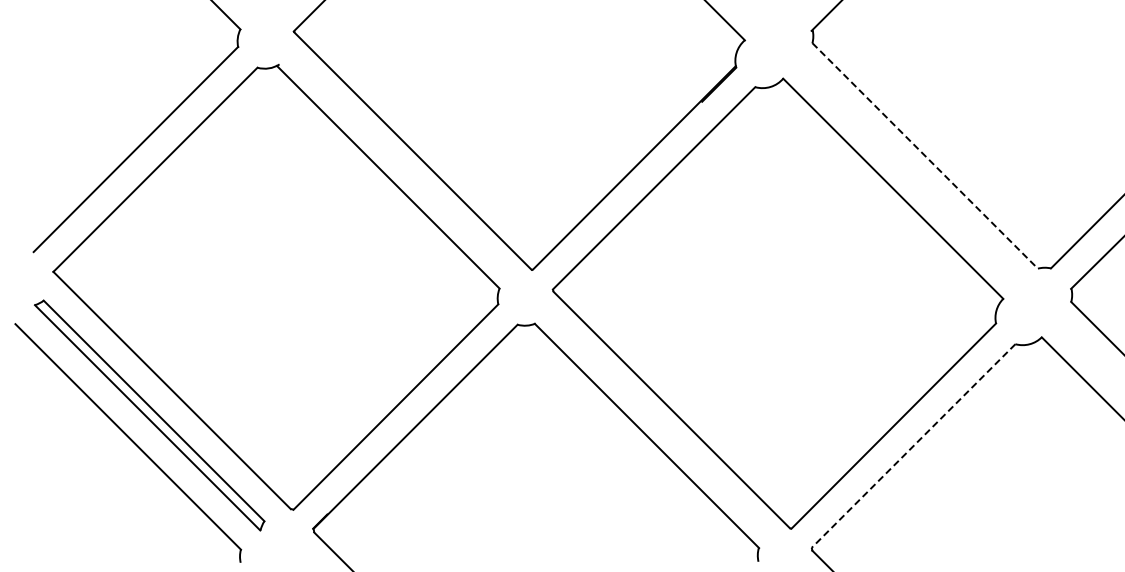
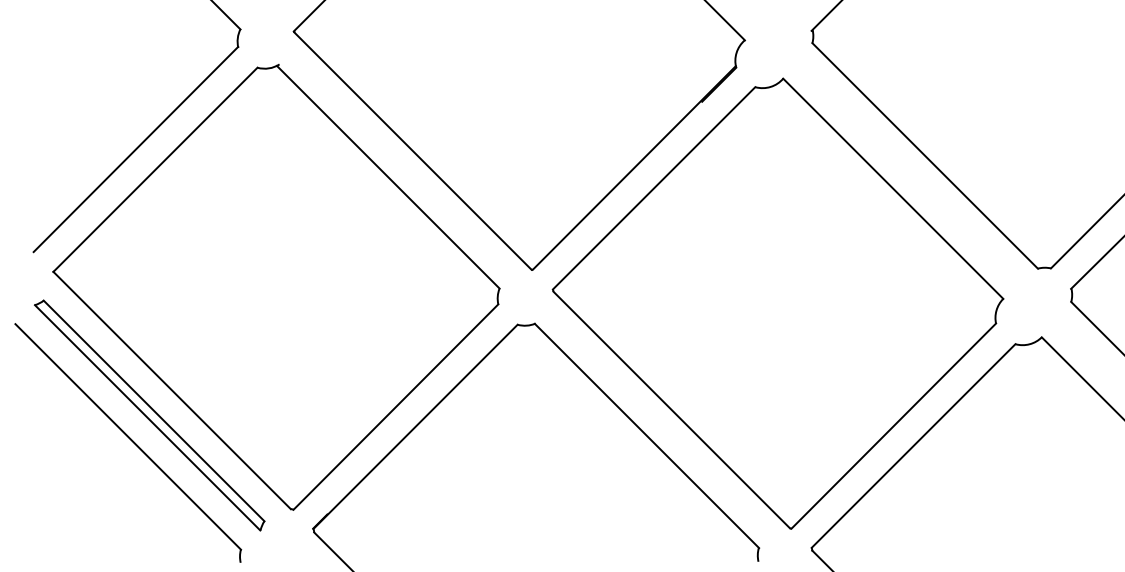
line at (925, 156): dashed -> solid
line at (913, 446): dashed -> solid
